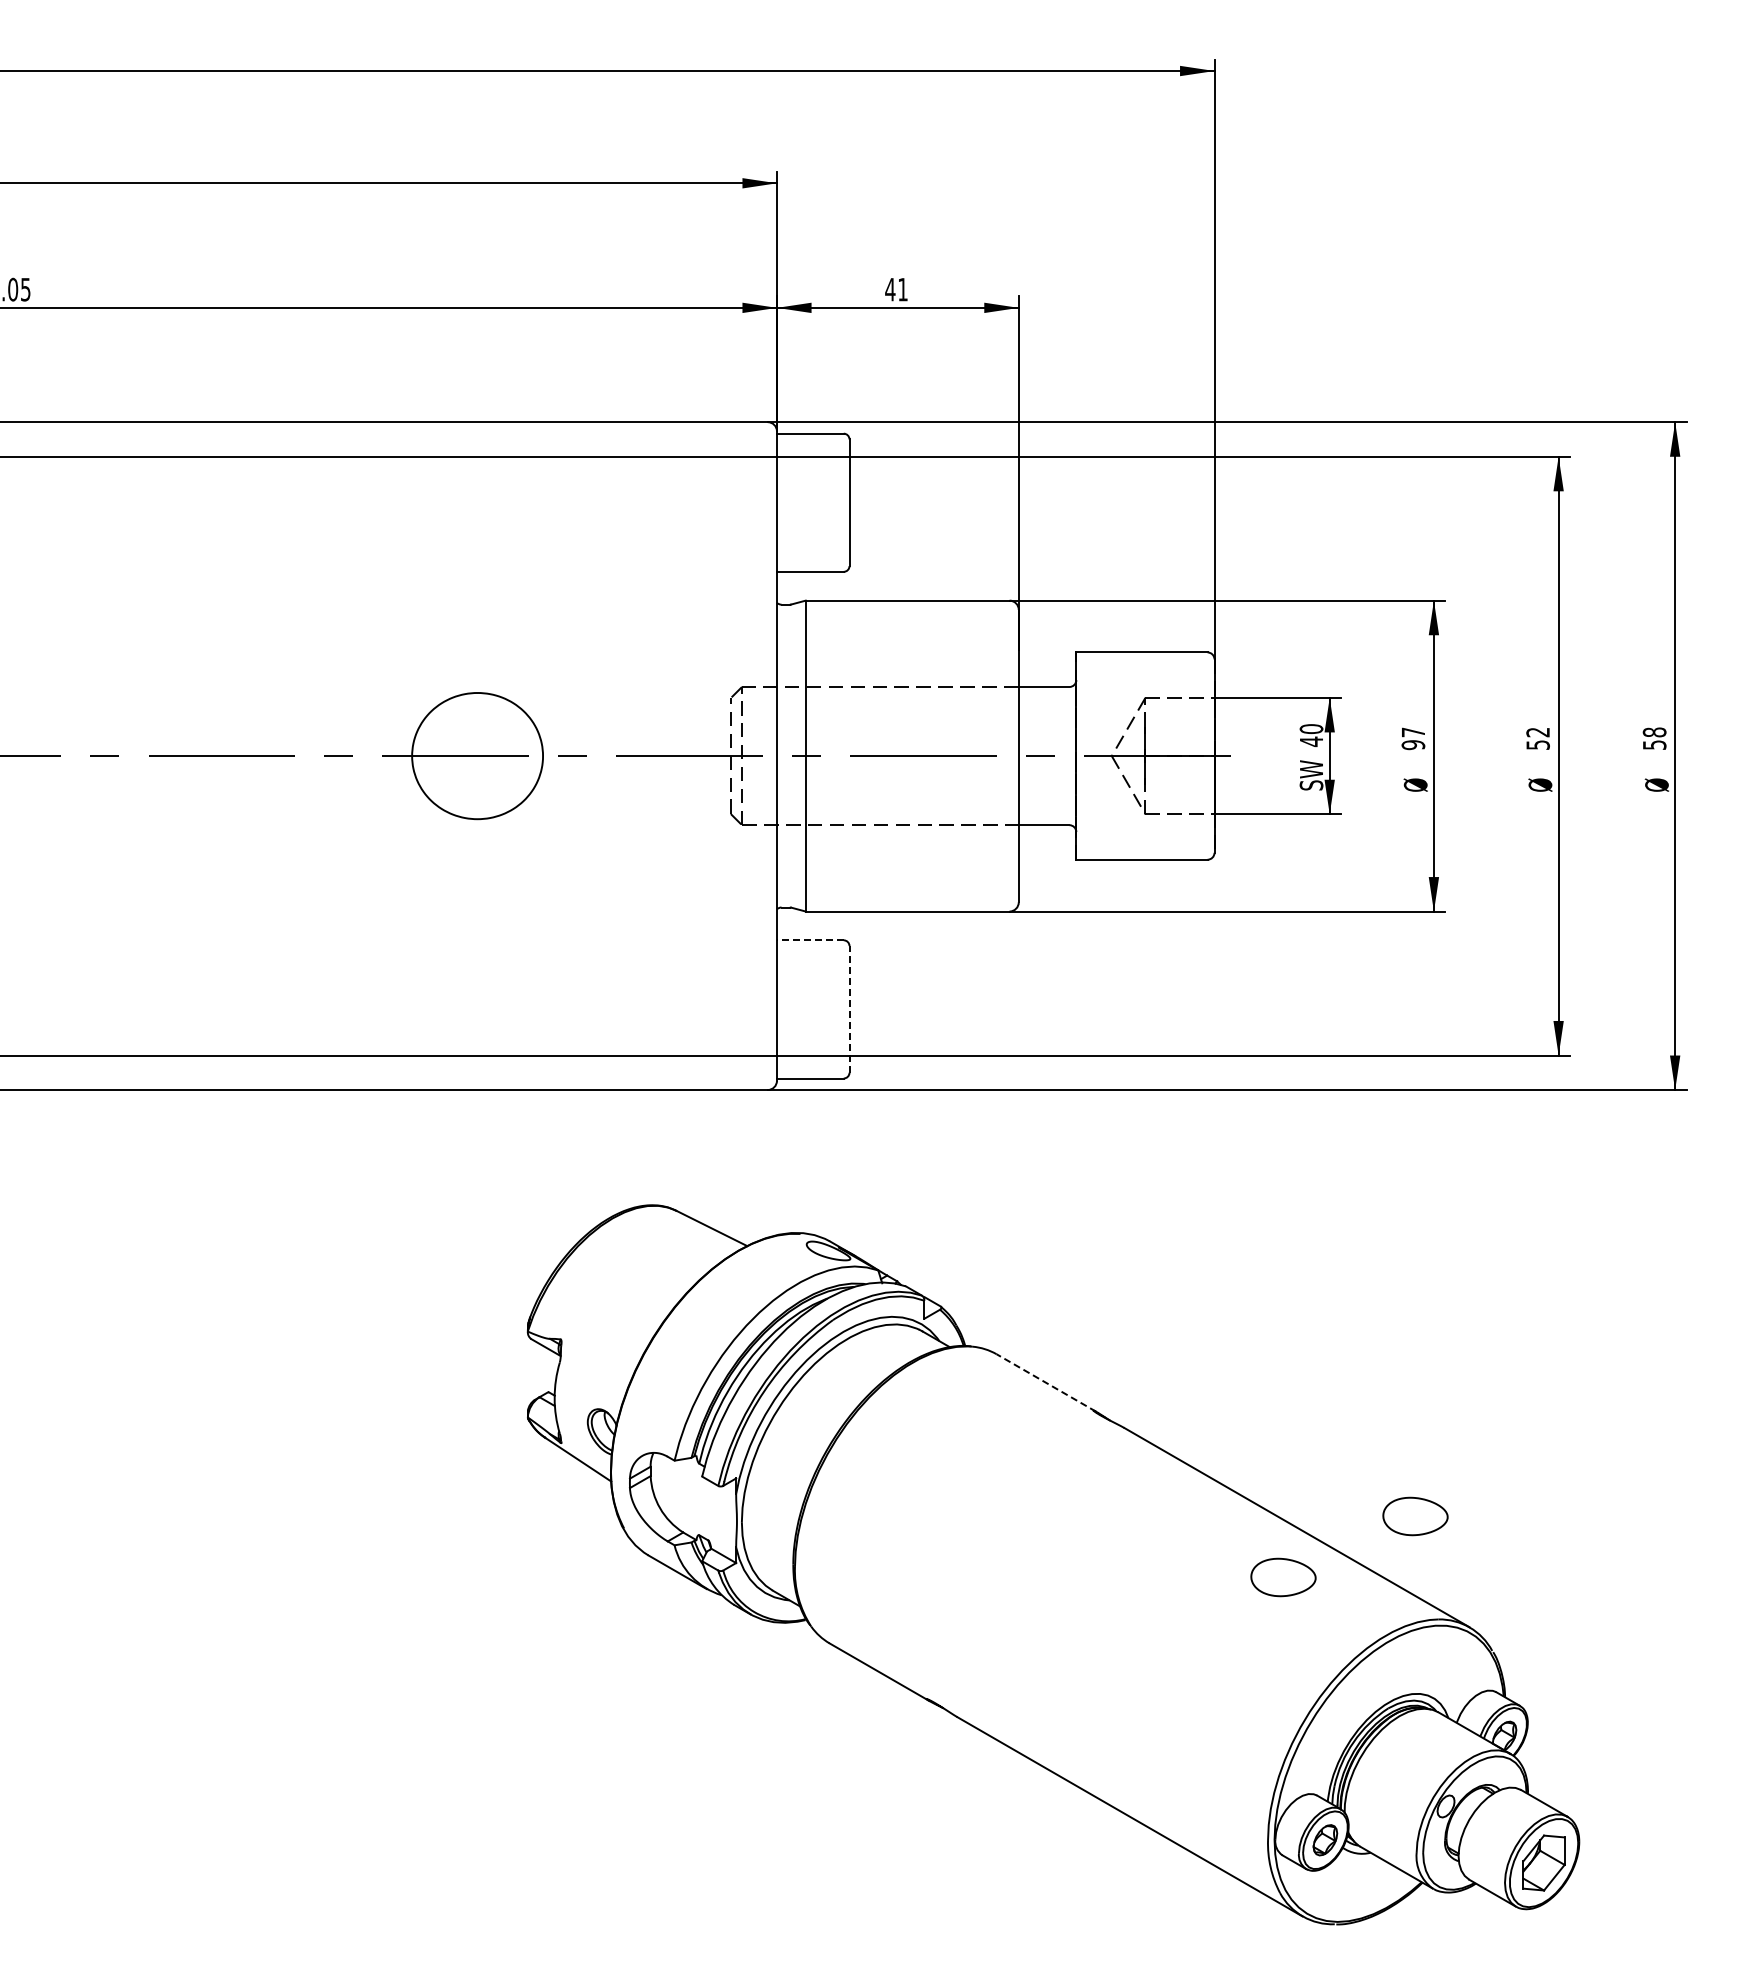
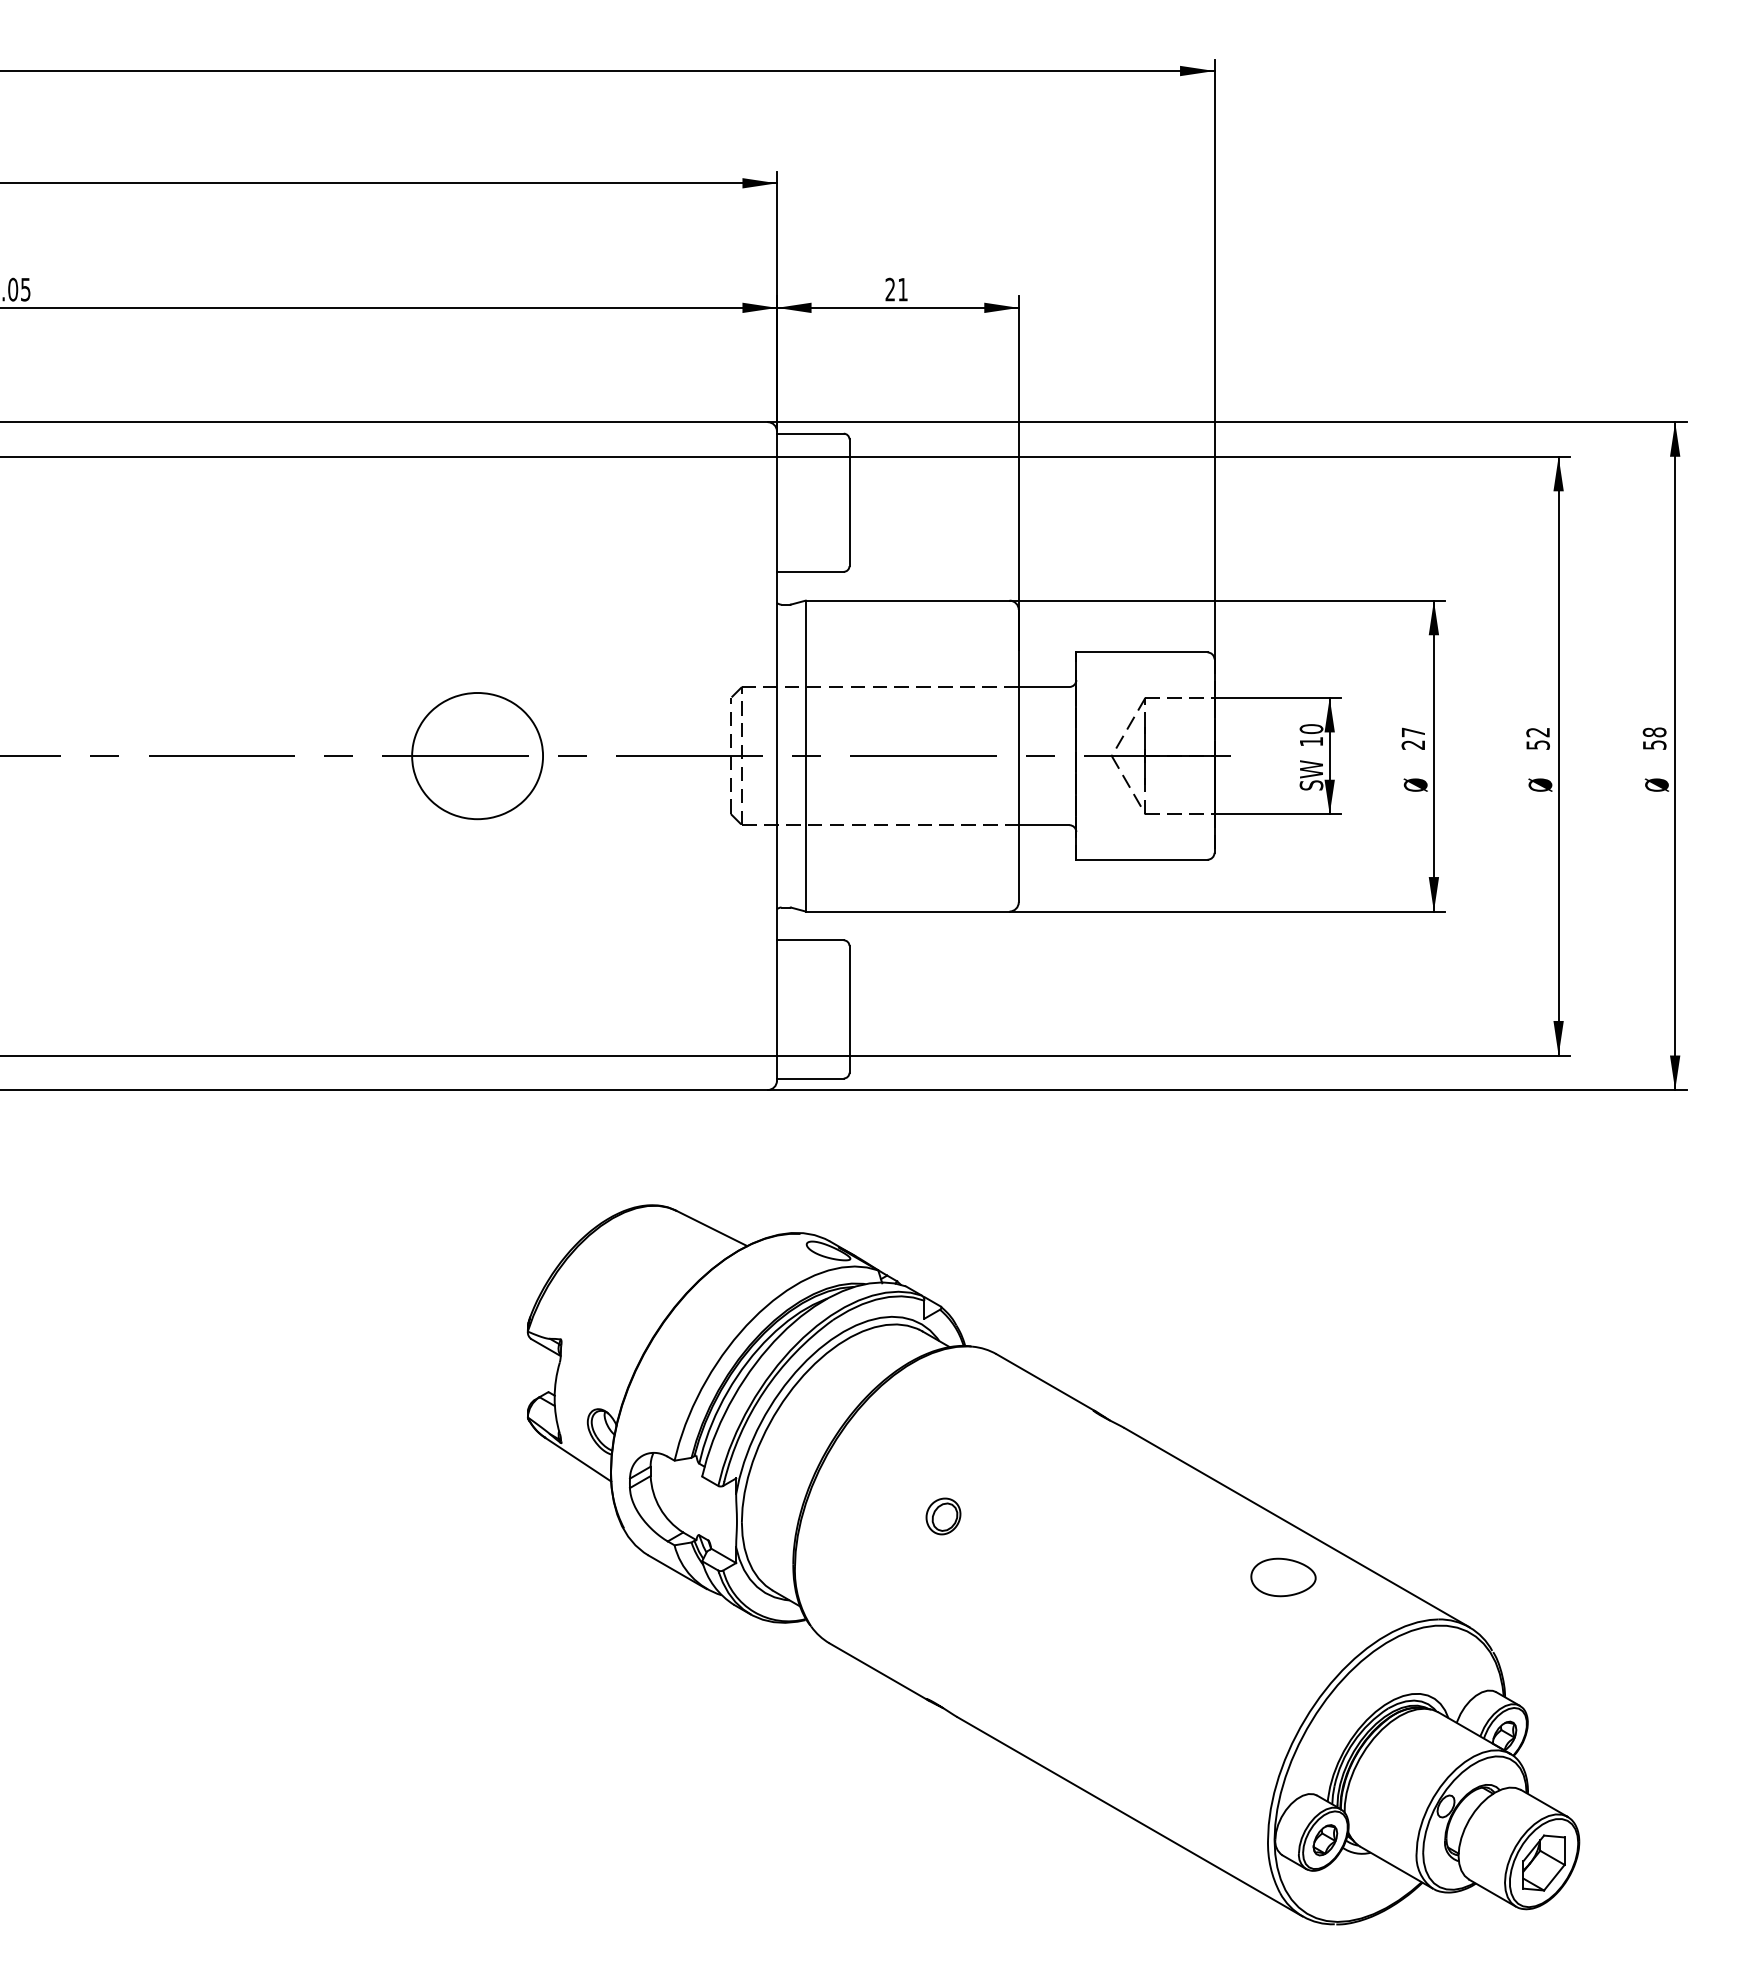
text at (890, 289): 41 -> 21
text at (1311, 741): 40 -> 10
text at (1413, 745): 97 -> 27
line at (809, 940): dashed -> solid
line at (849, 1008): dashed -> solid
line at (1046, 1382): dashed -> solid
part at (943, 1516): none -> present
part at (1415, 1516): present -> none
